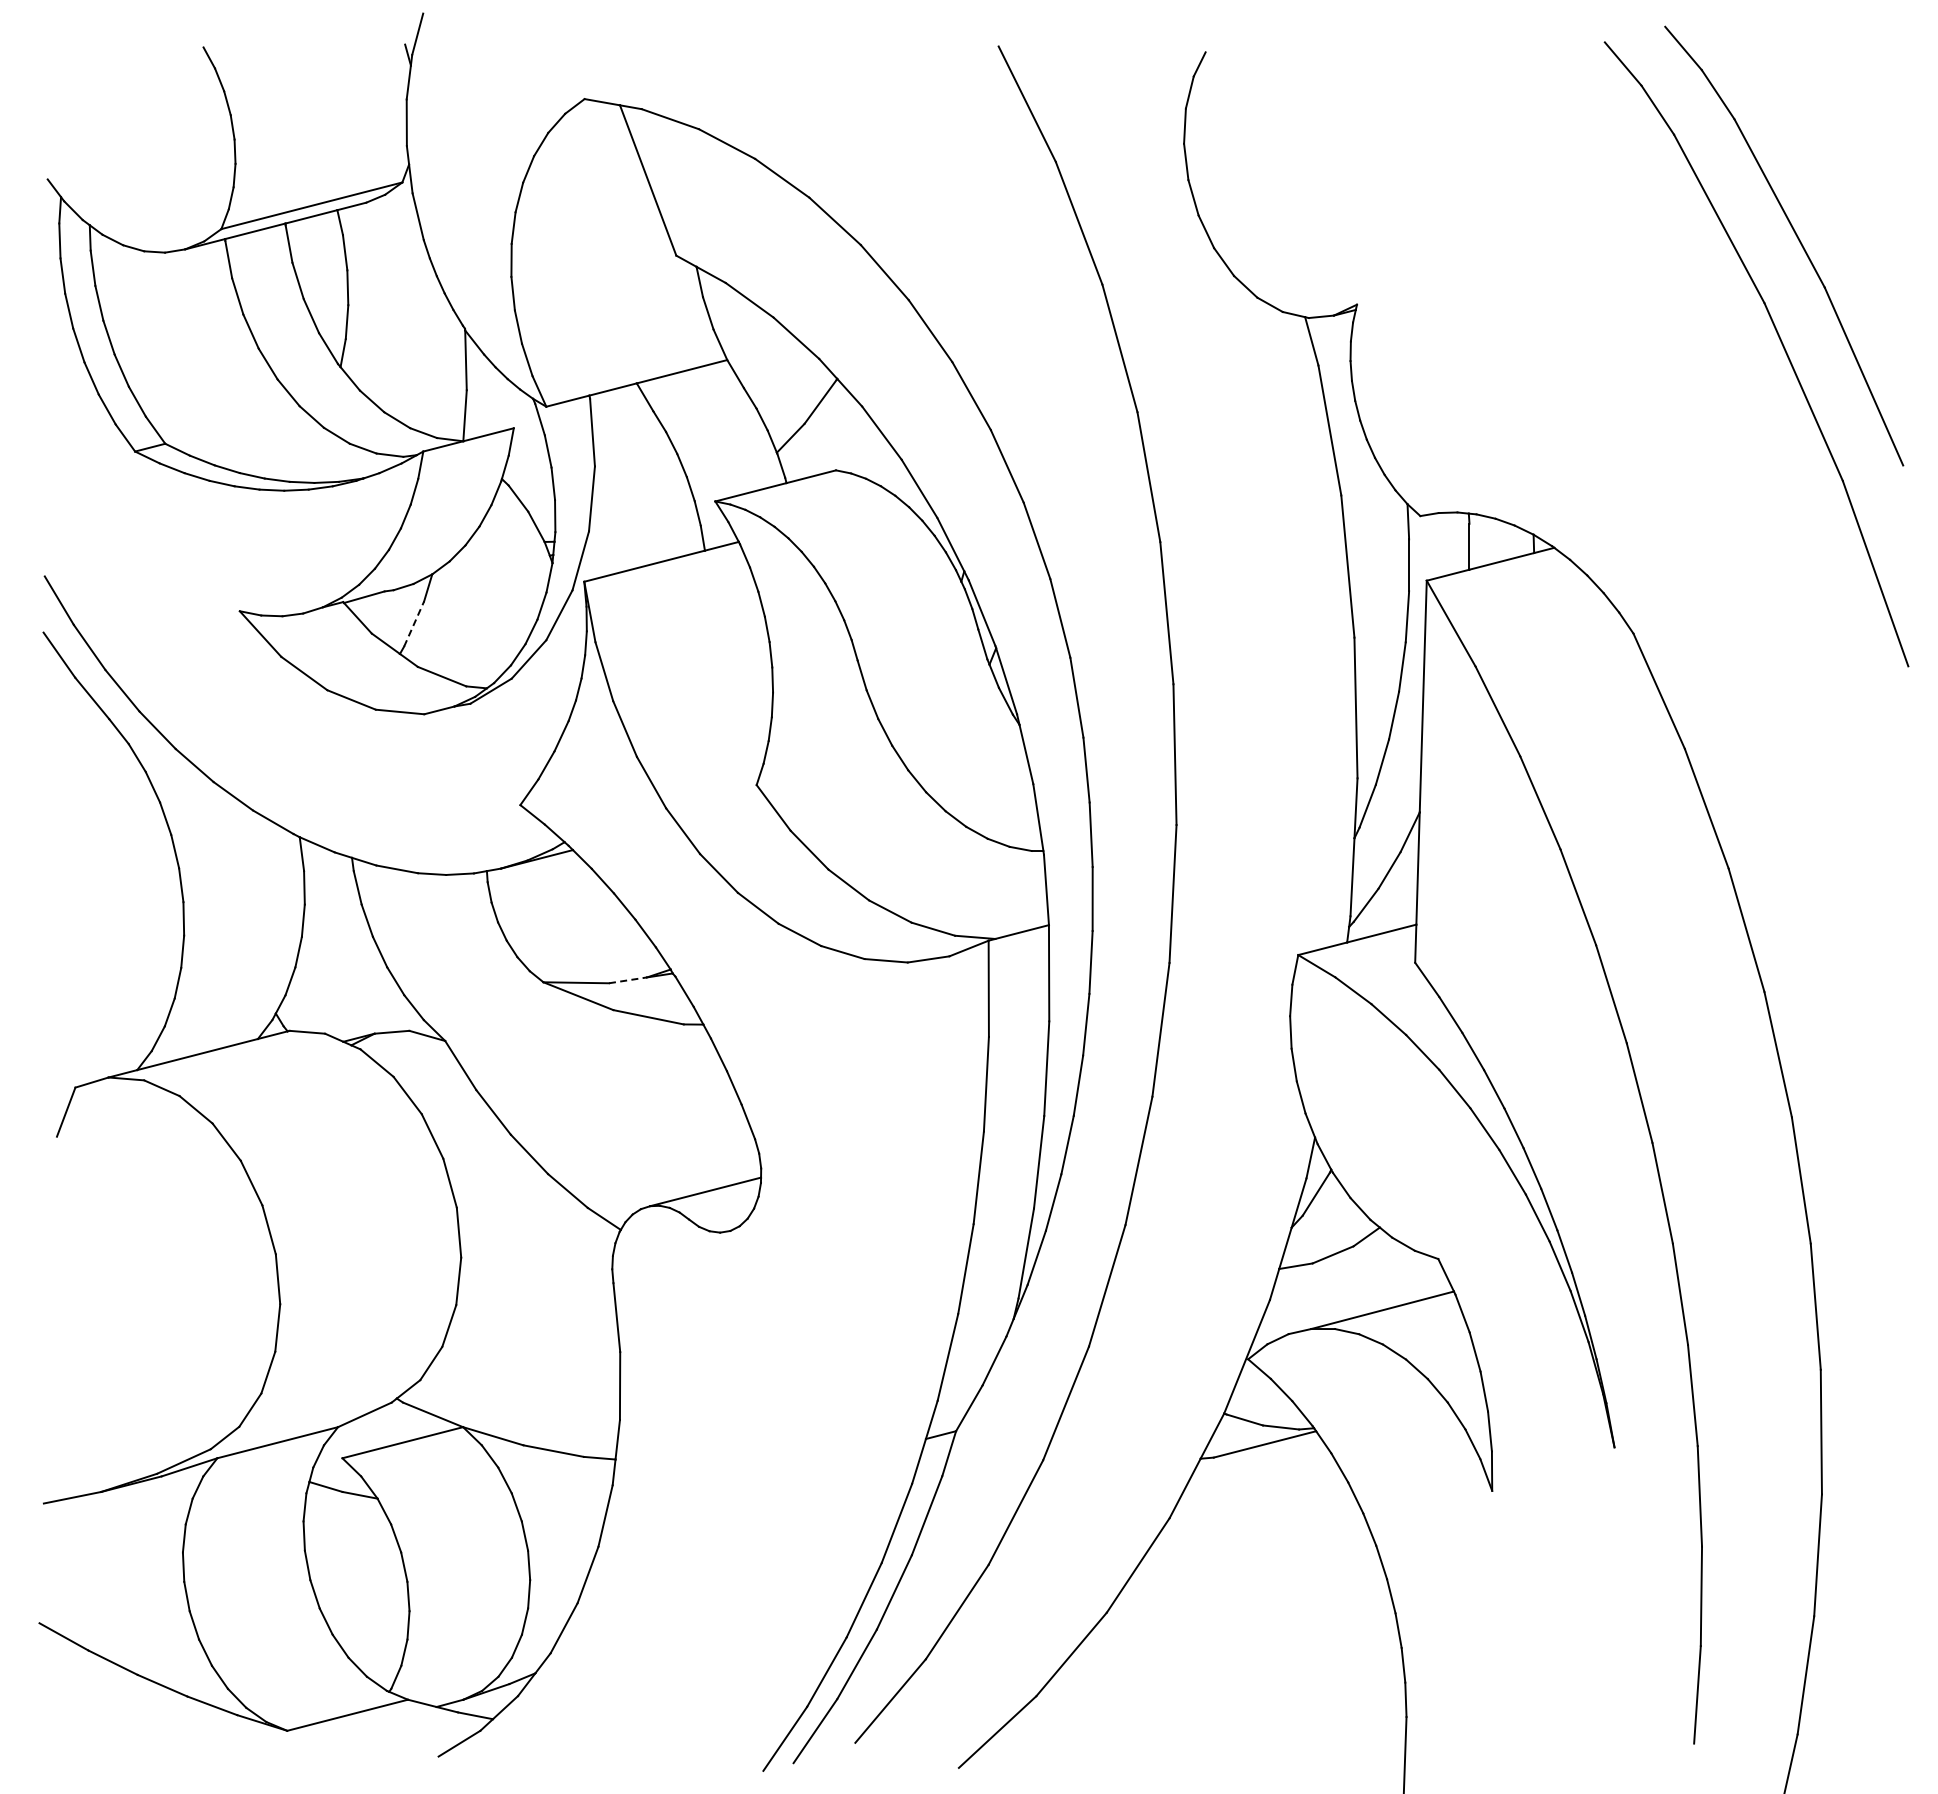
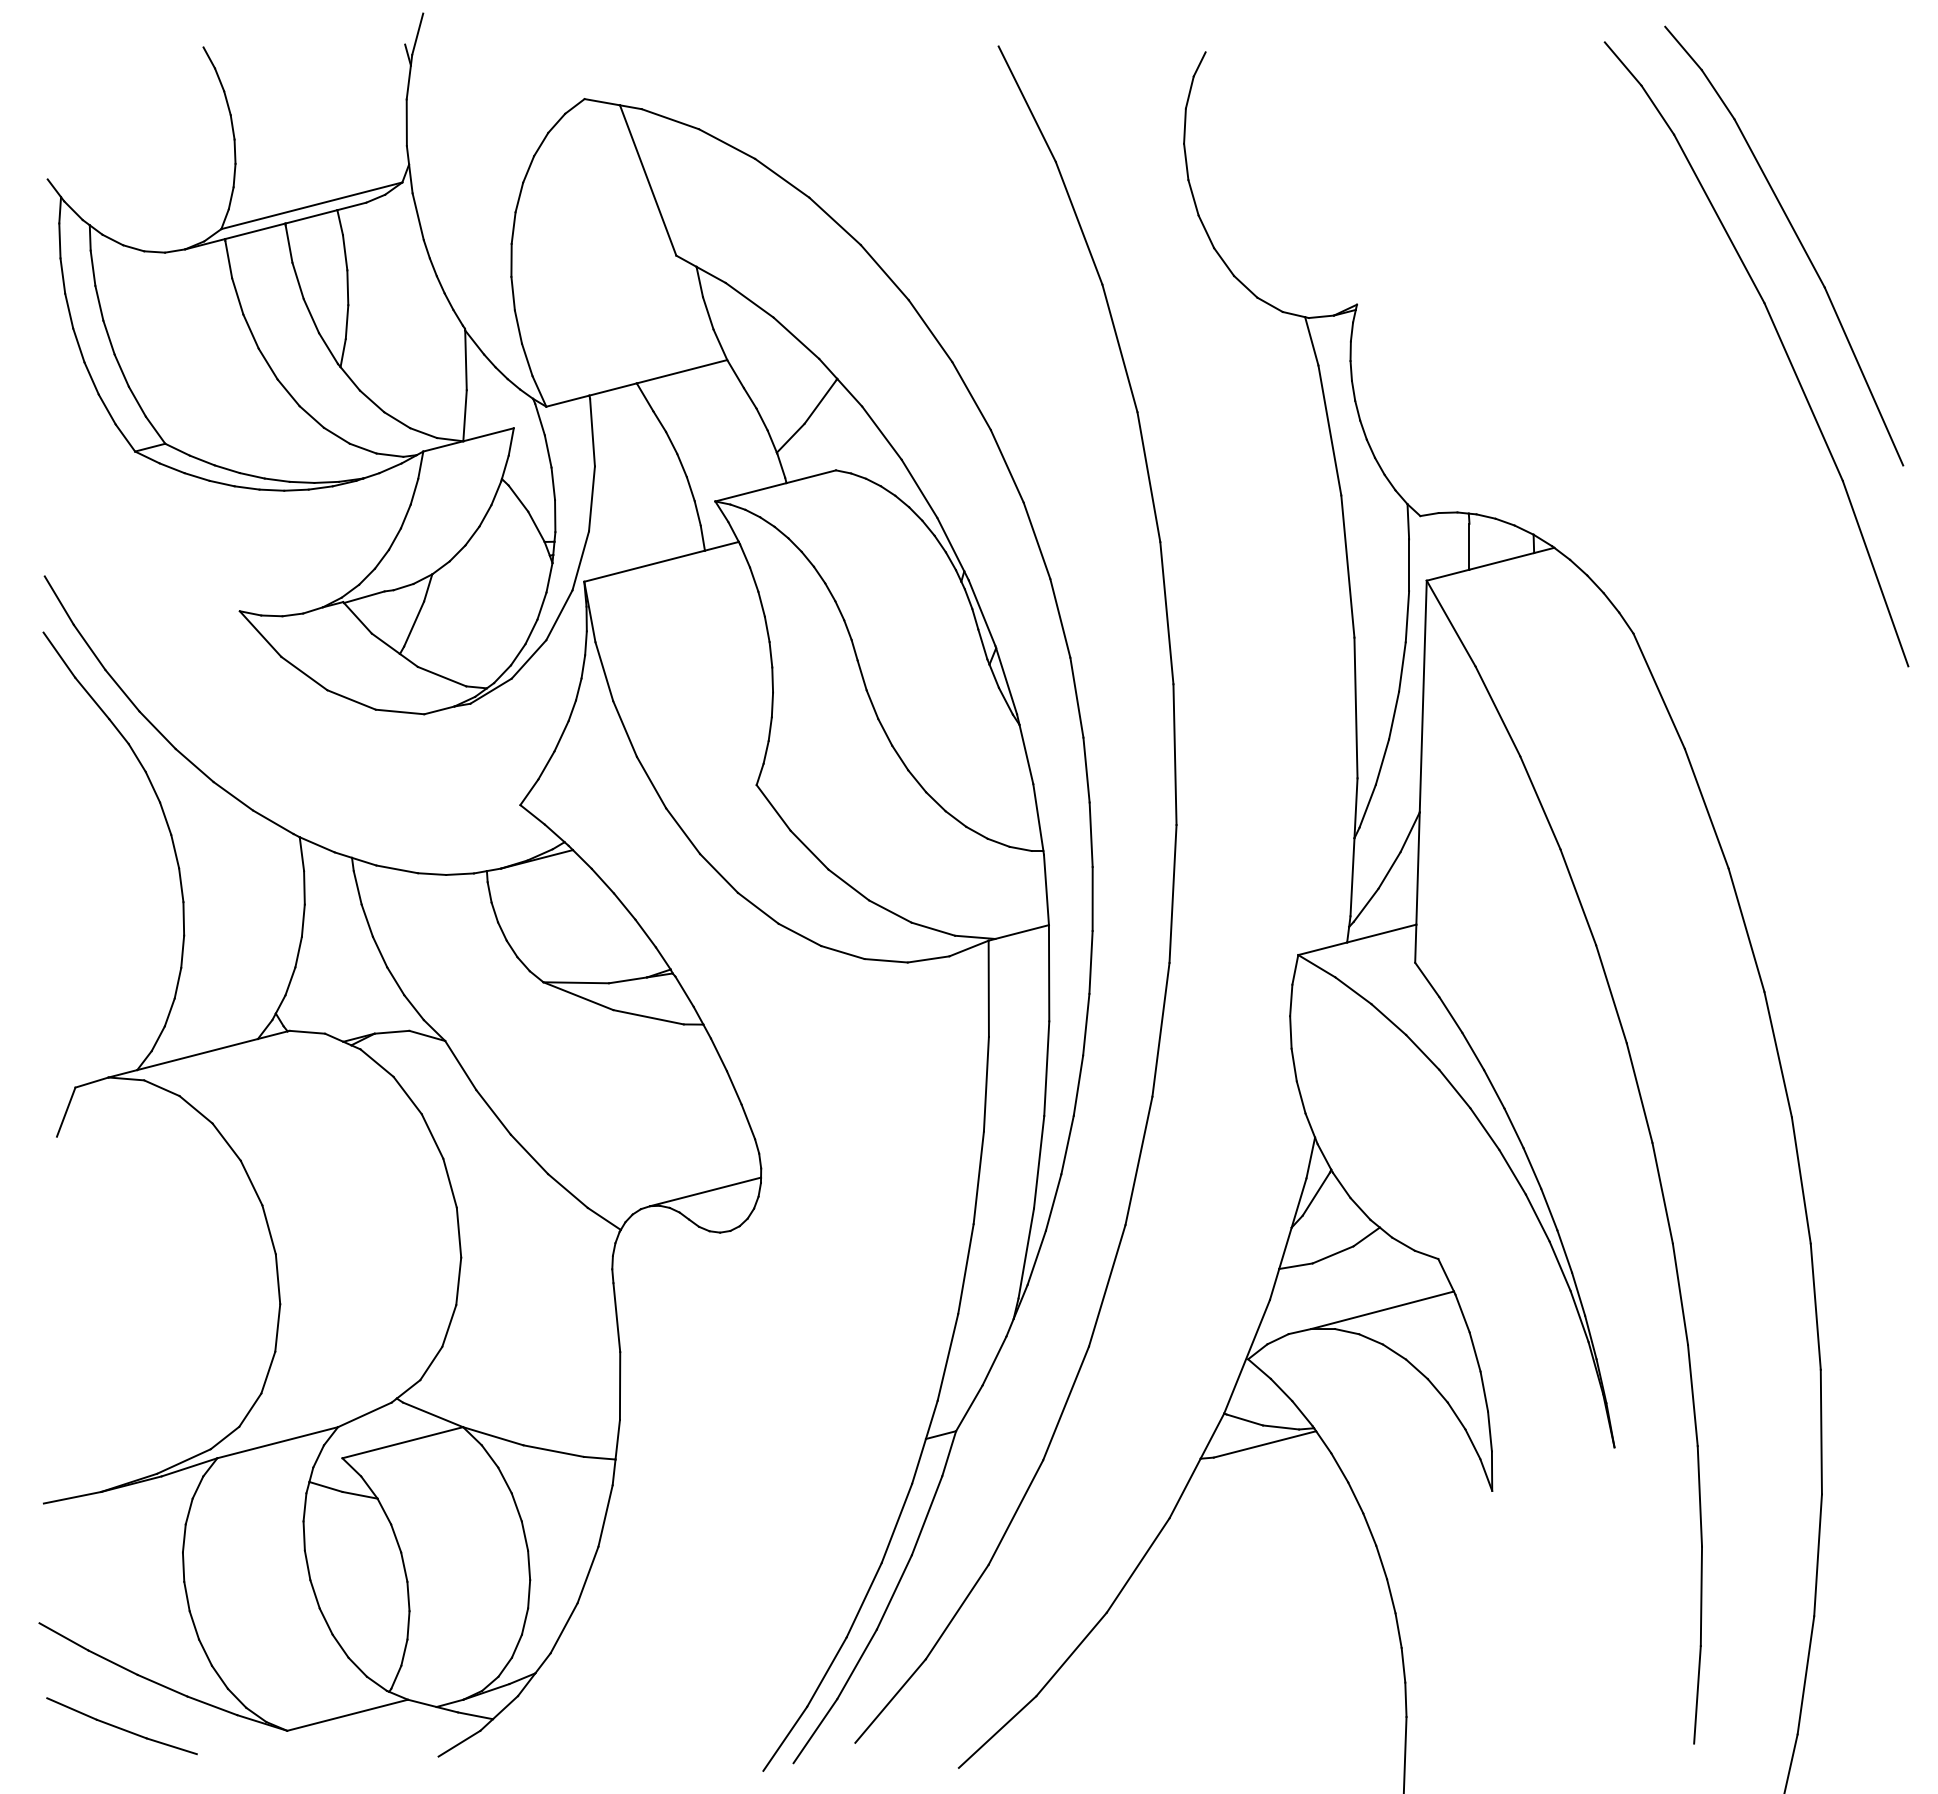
line at (414, 624): dashed -> solid
line at (628, 980): dashed -> solid
part at (121, 1726): none -> present
